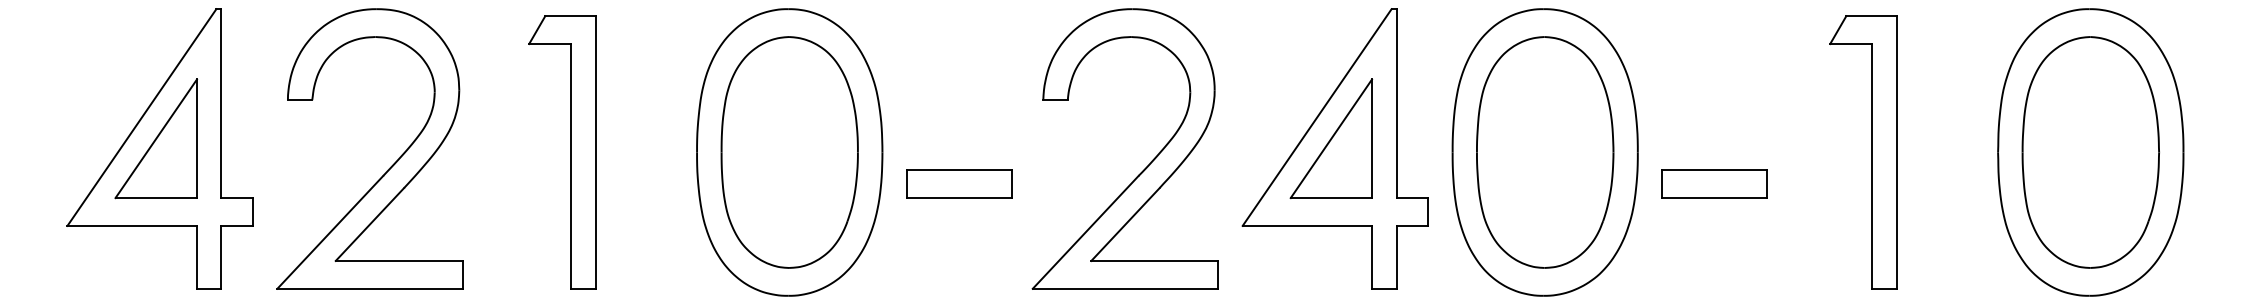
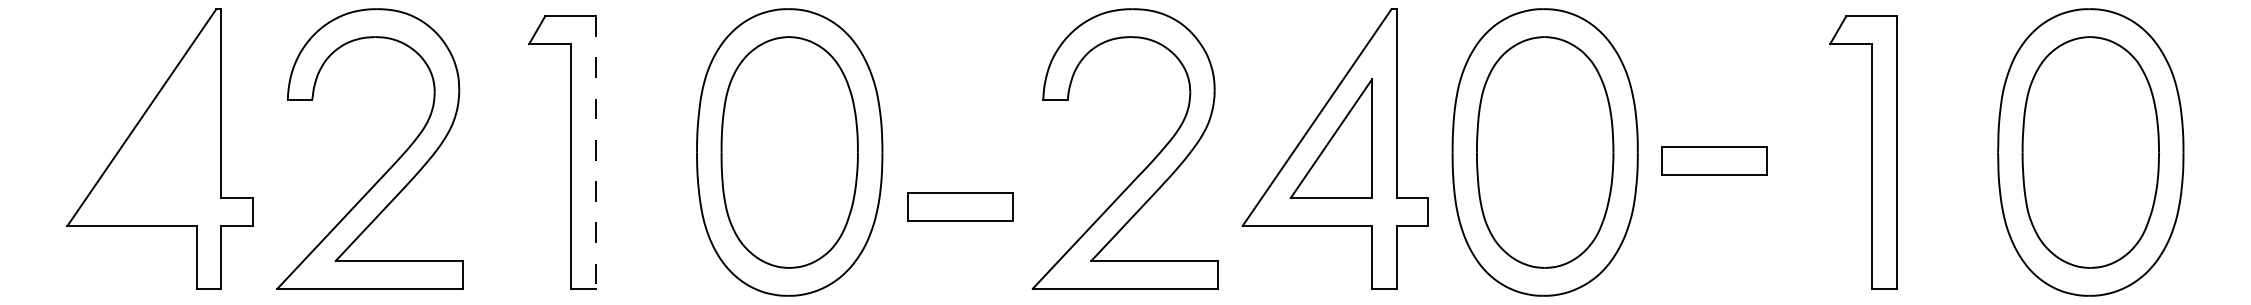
part at (155, 138): present -> none
line at (595, 152): solid -> dashed
part at (959, 183) position: (959, 183) -> (960, 206)
part at (1714, 183) position: (1714, 183) -> (1714, 160)
